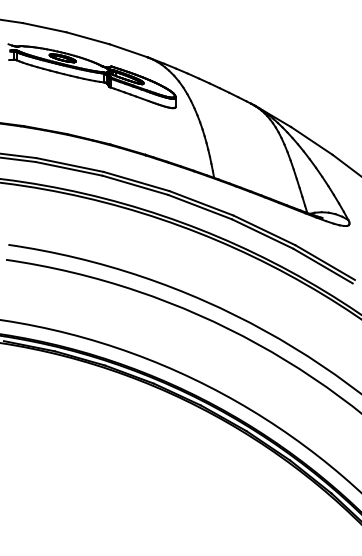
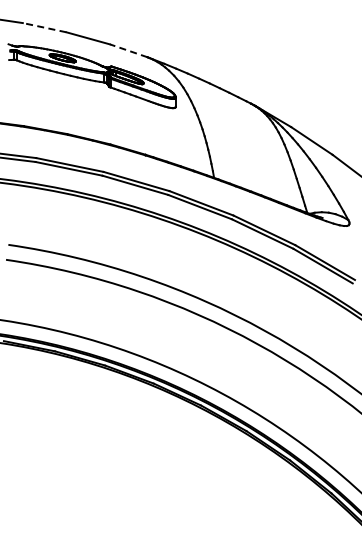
line at (44, 27): solid -> dashed
line at (128, 50): solid -> dashed
